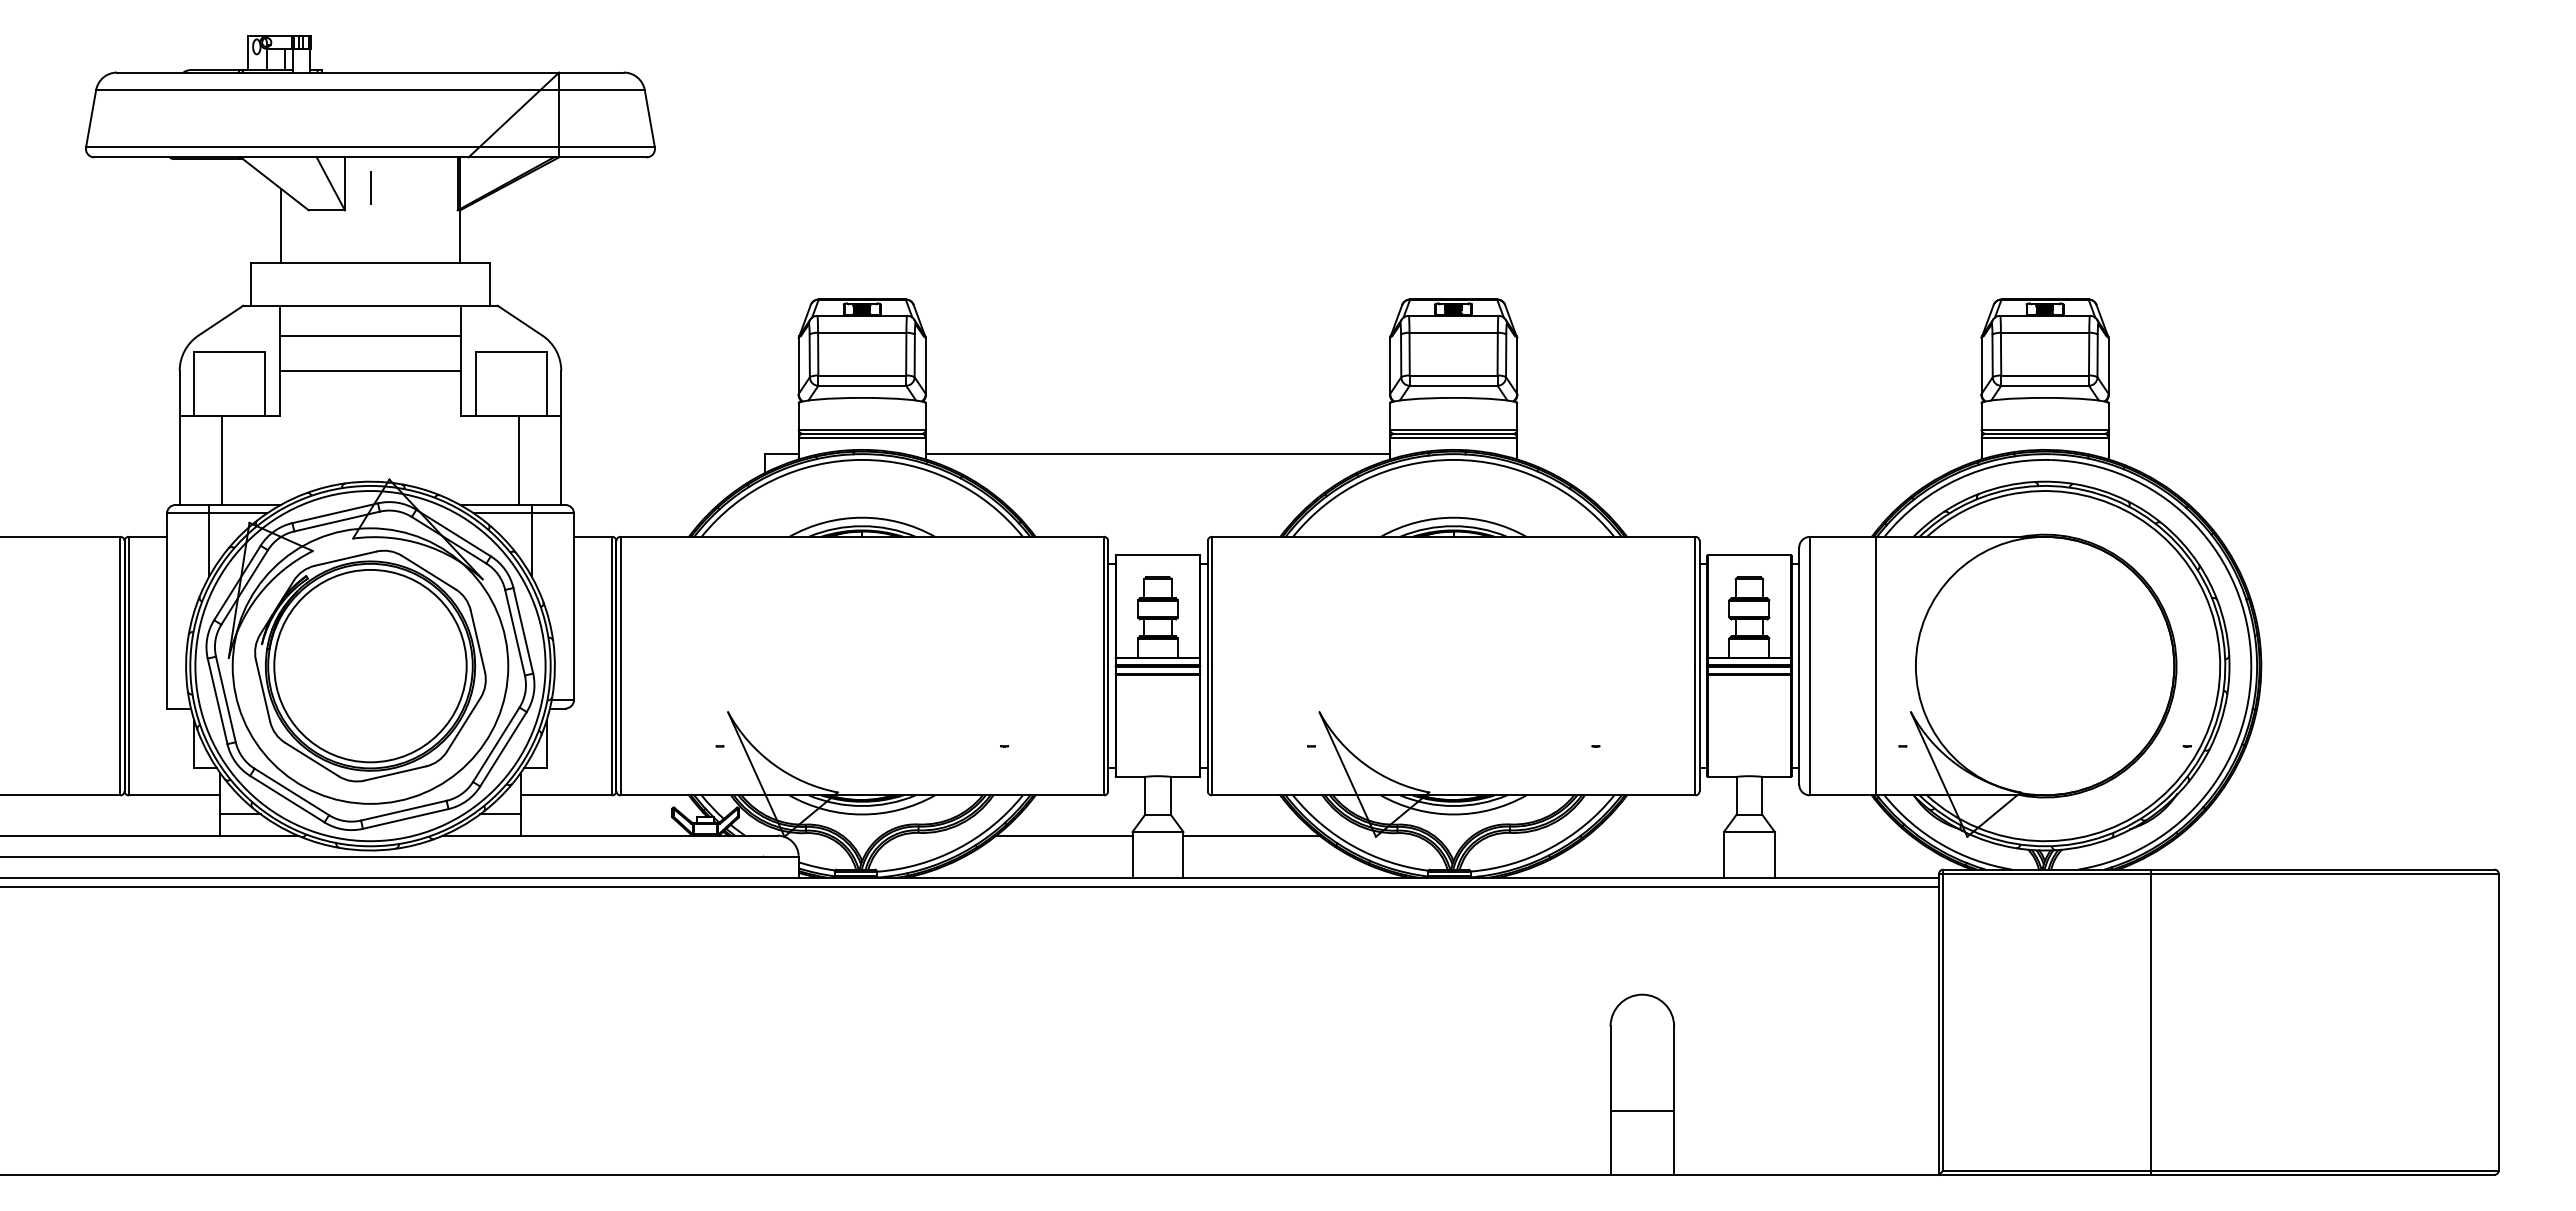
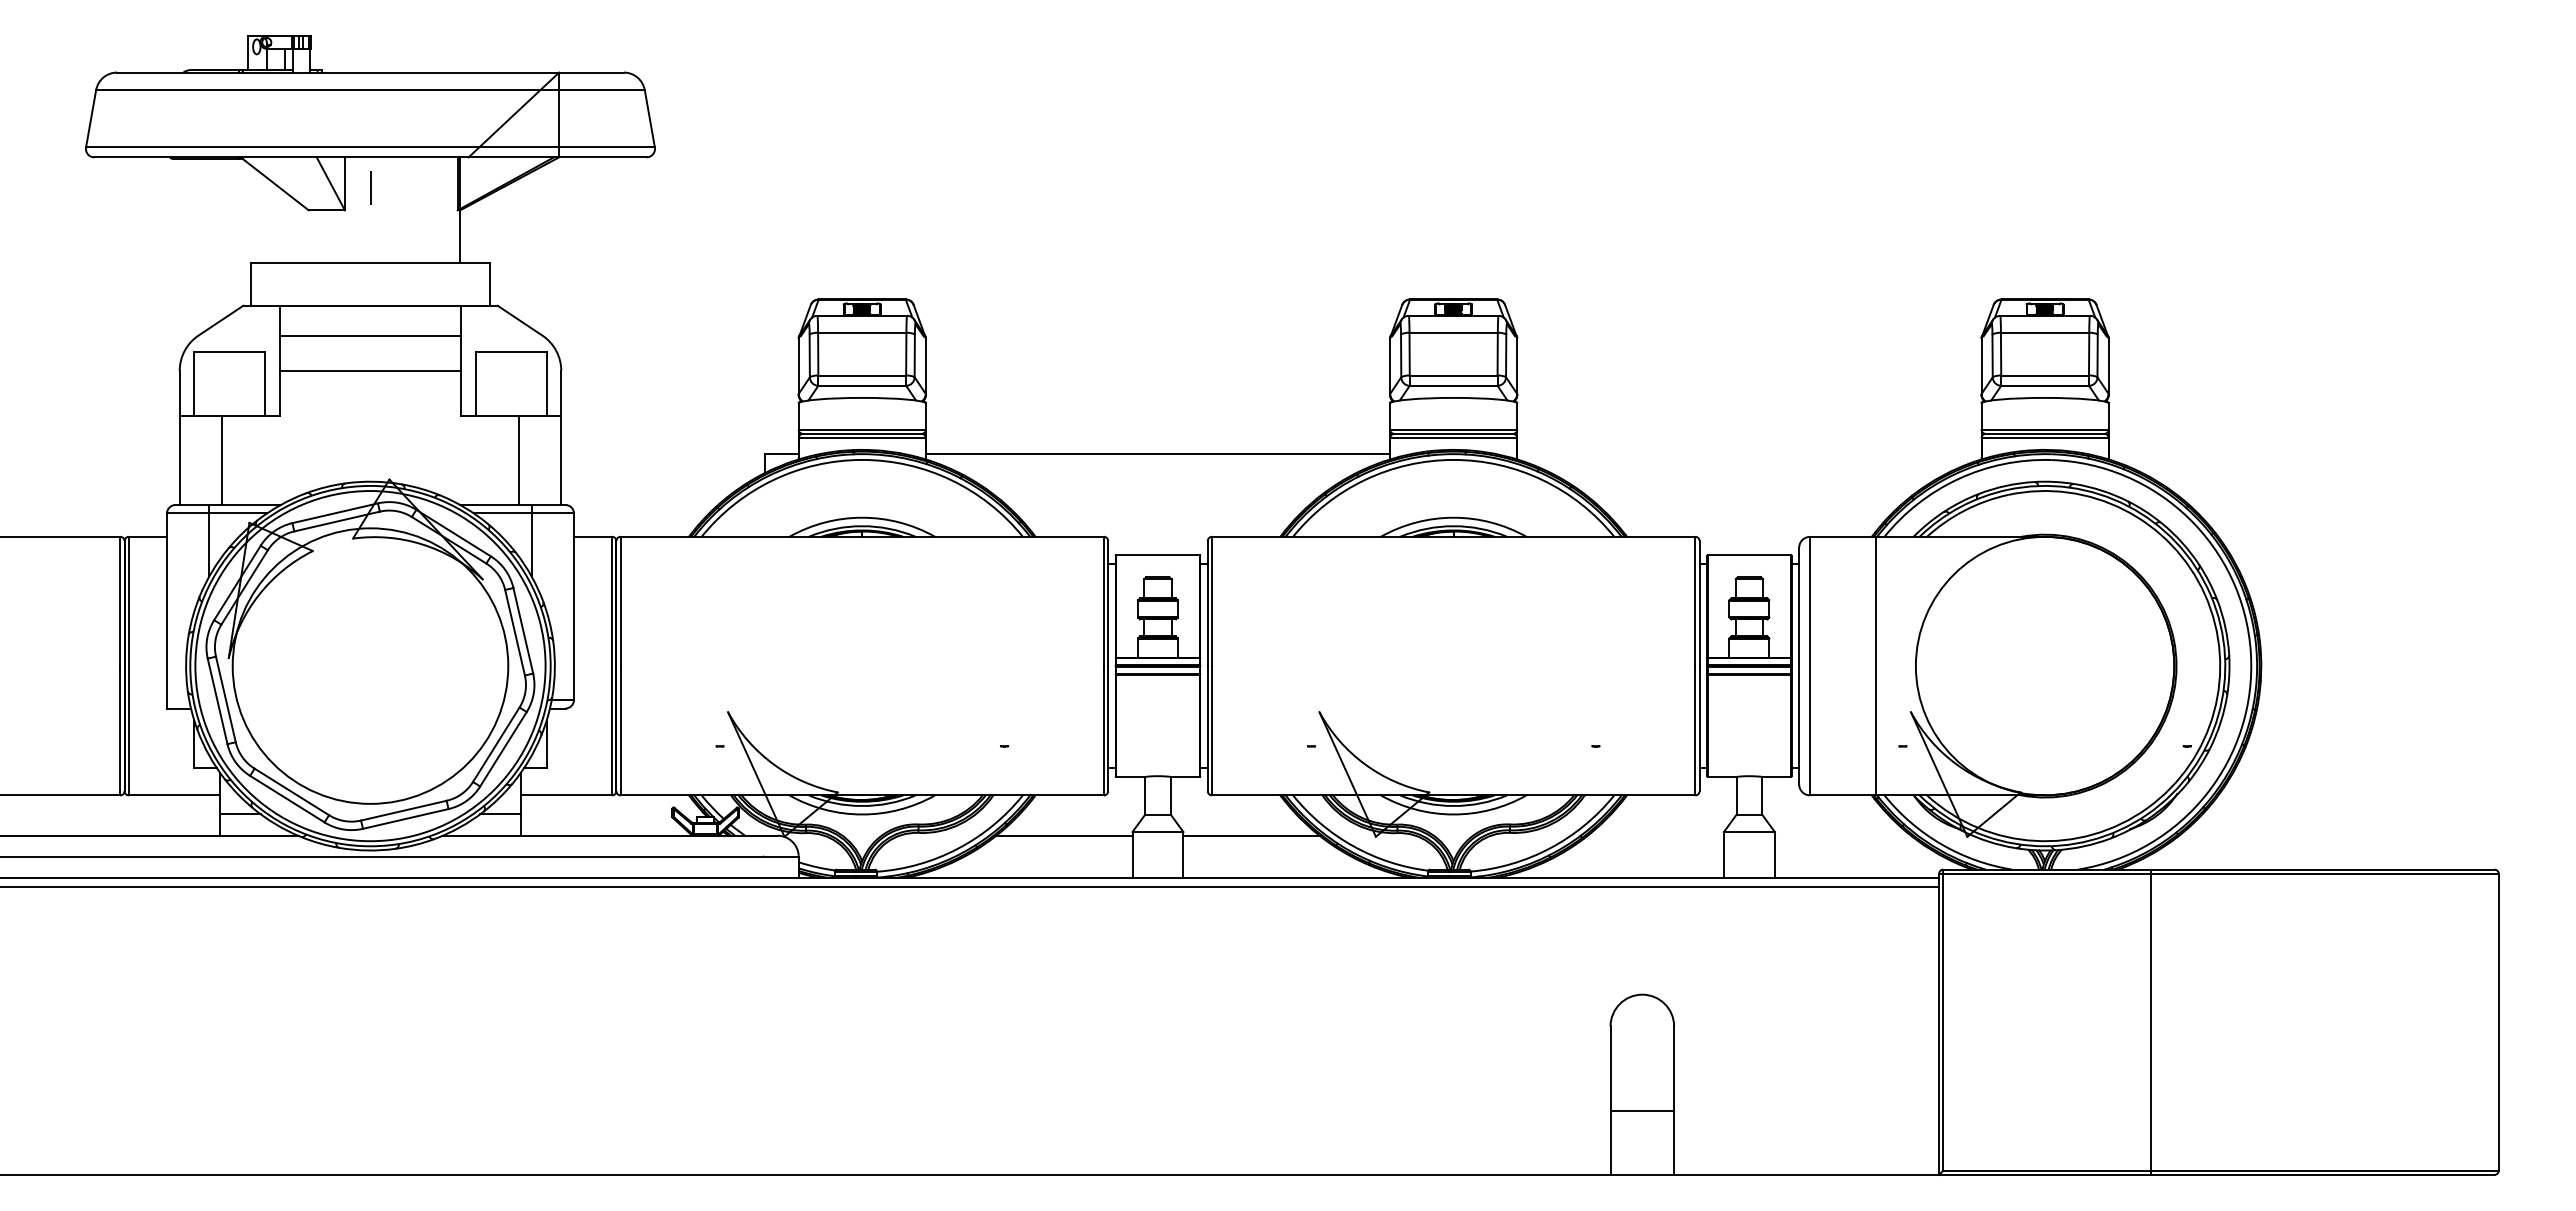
line at (280, 225): present -> none
part at (370, 665): present -> none
